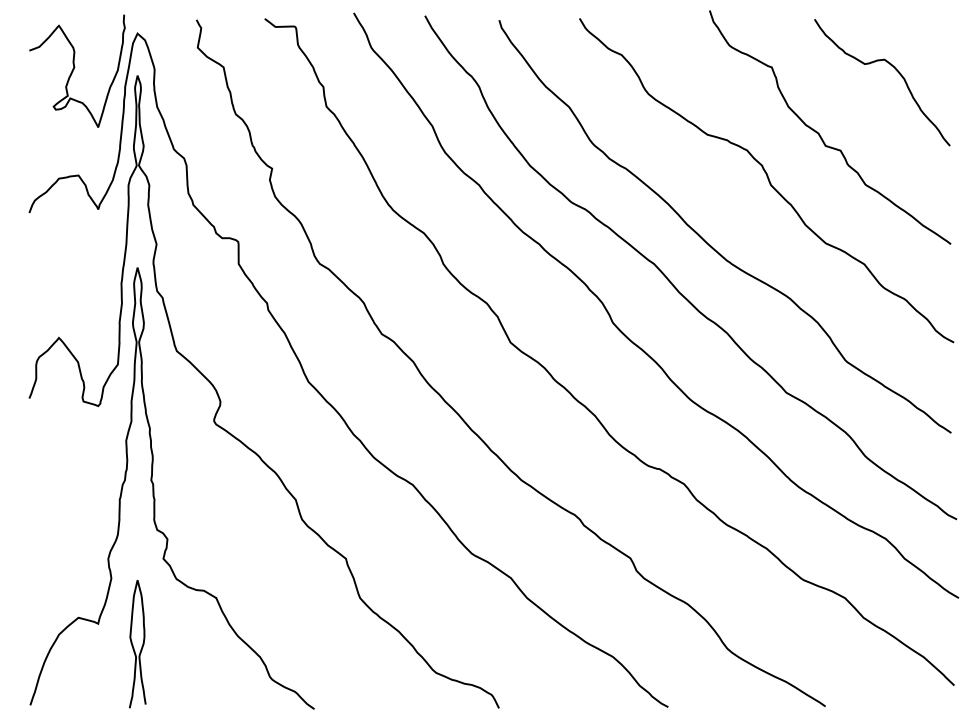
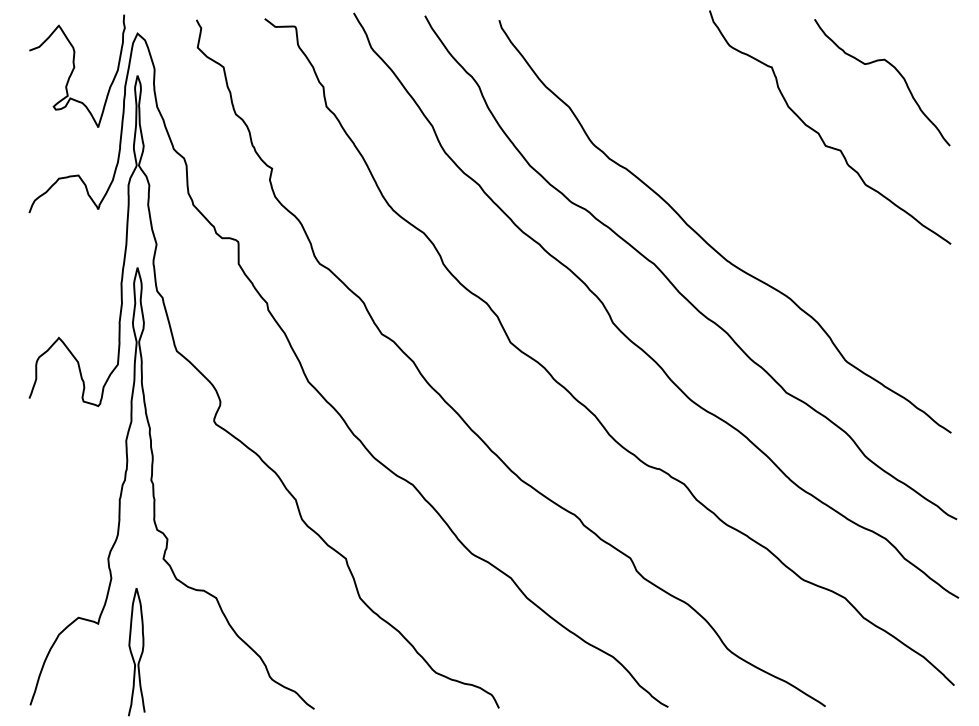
curve at (767, 179): present -> none
curve at (133, 644) position: (133, 644) -> (132, 652)
